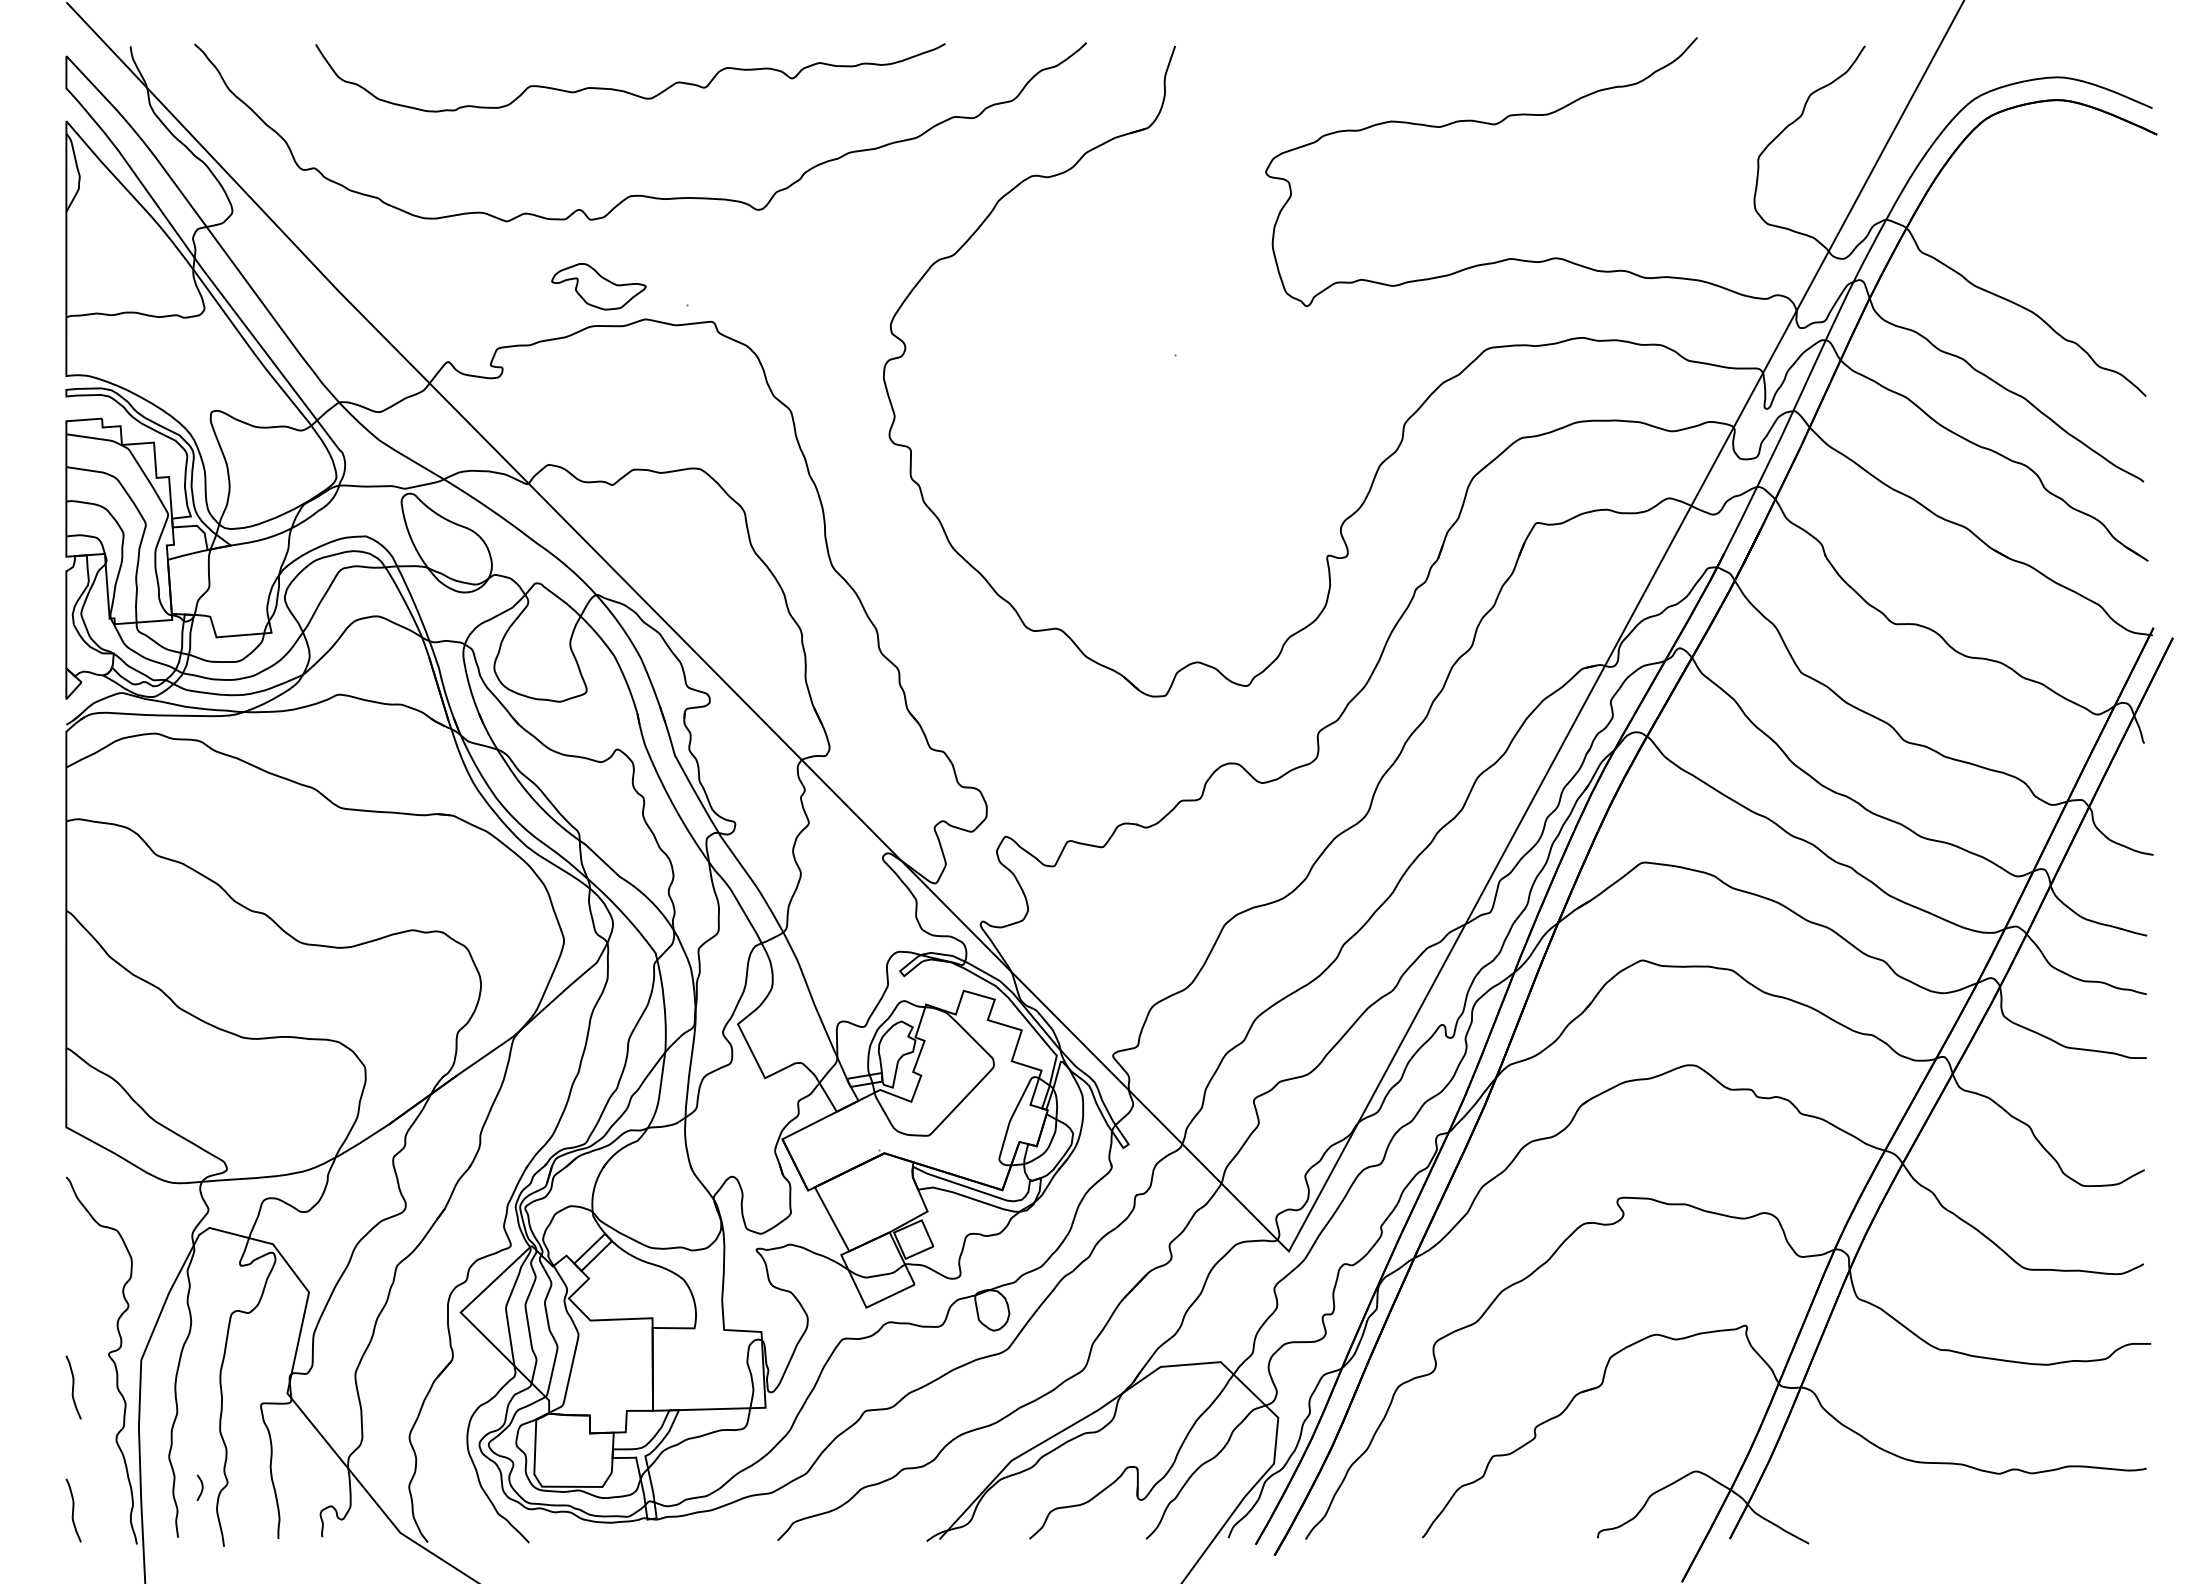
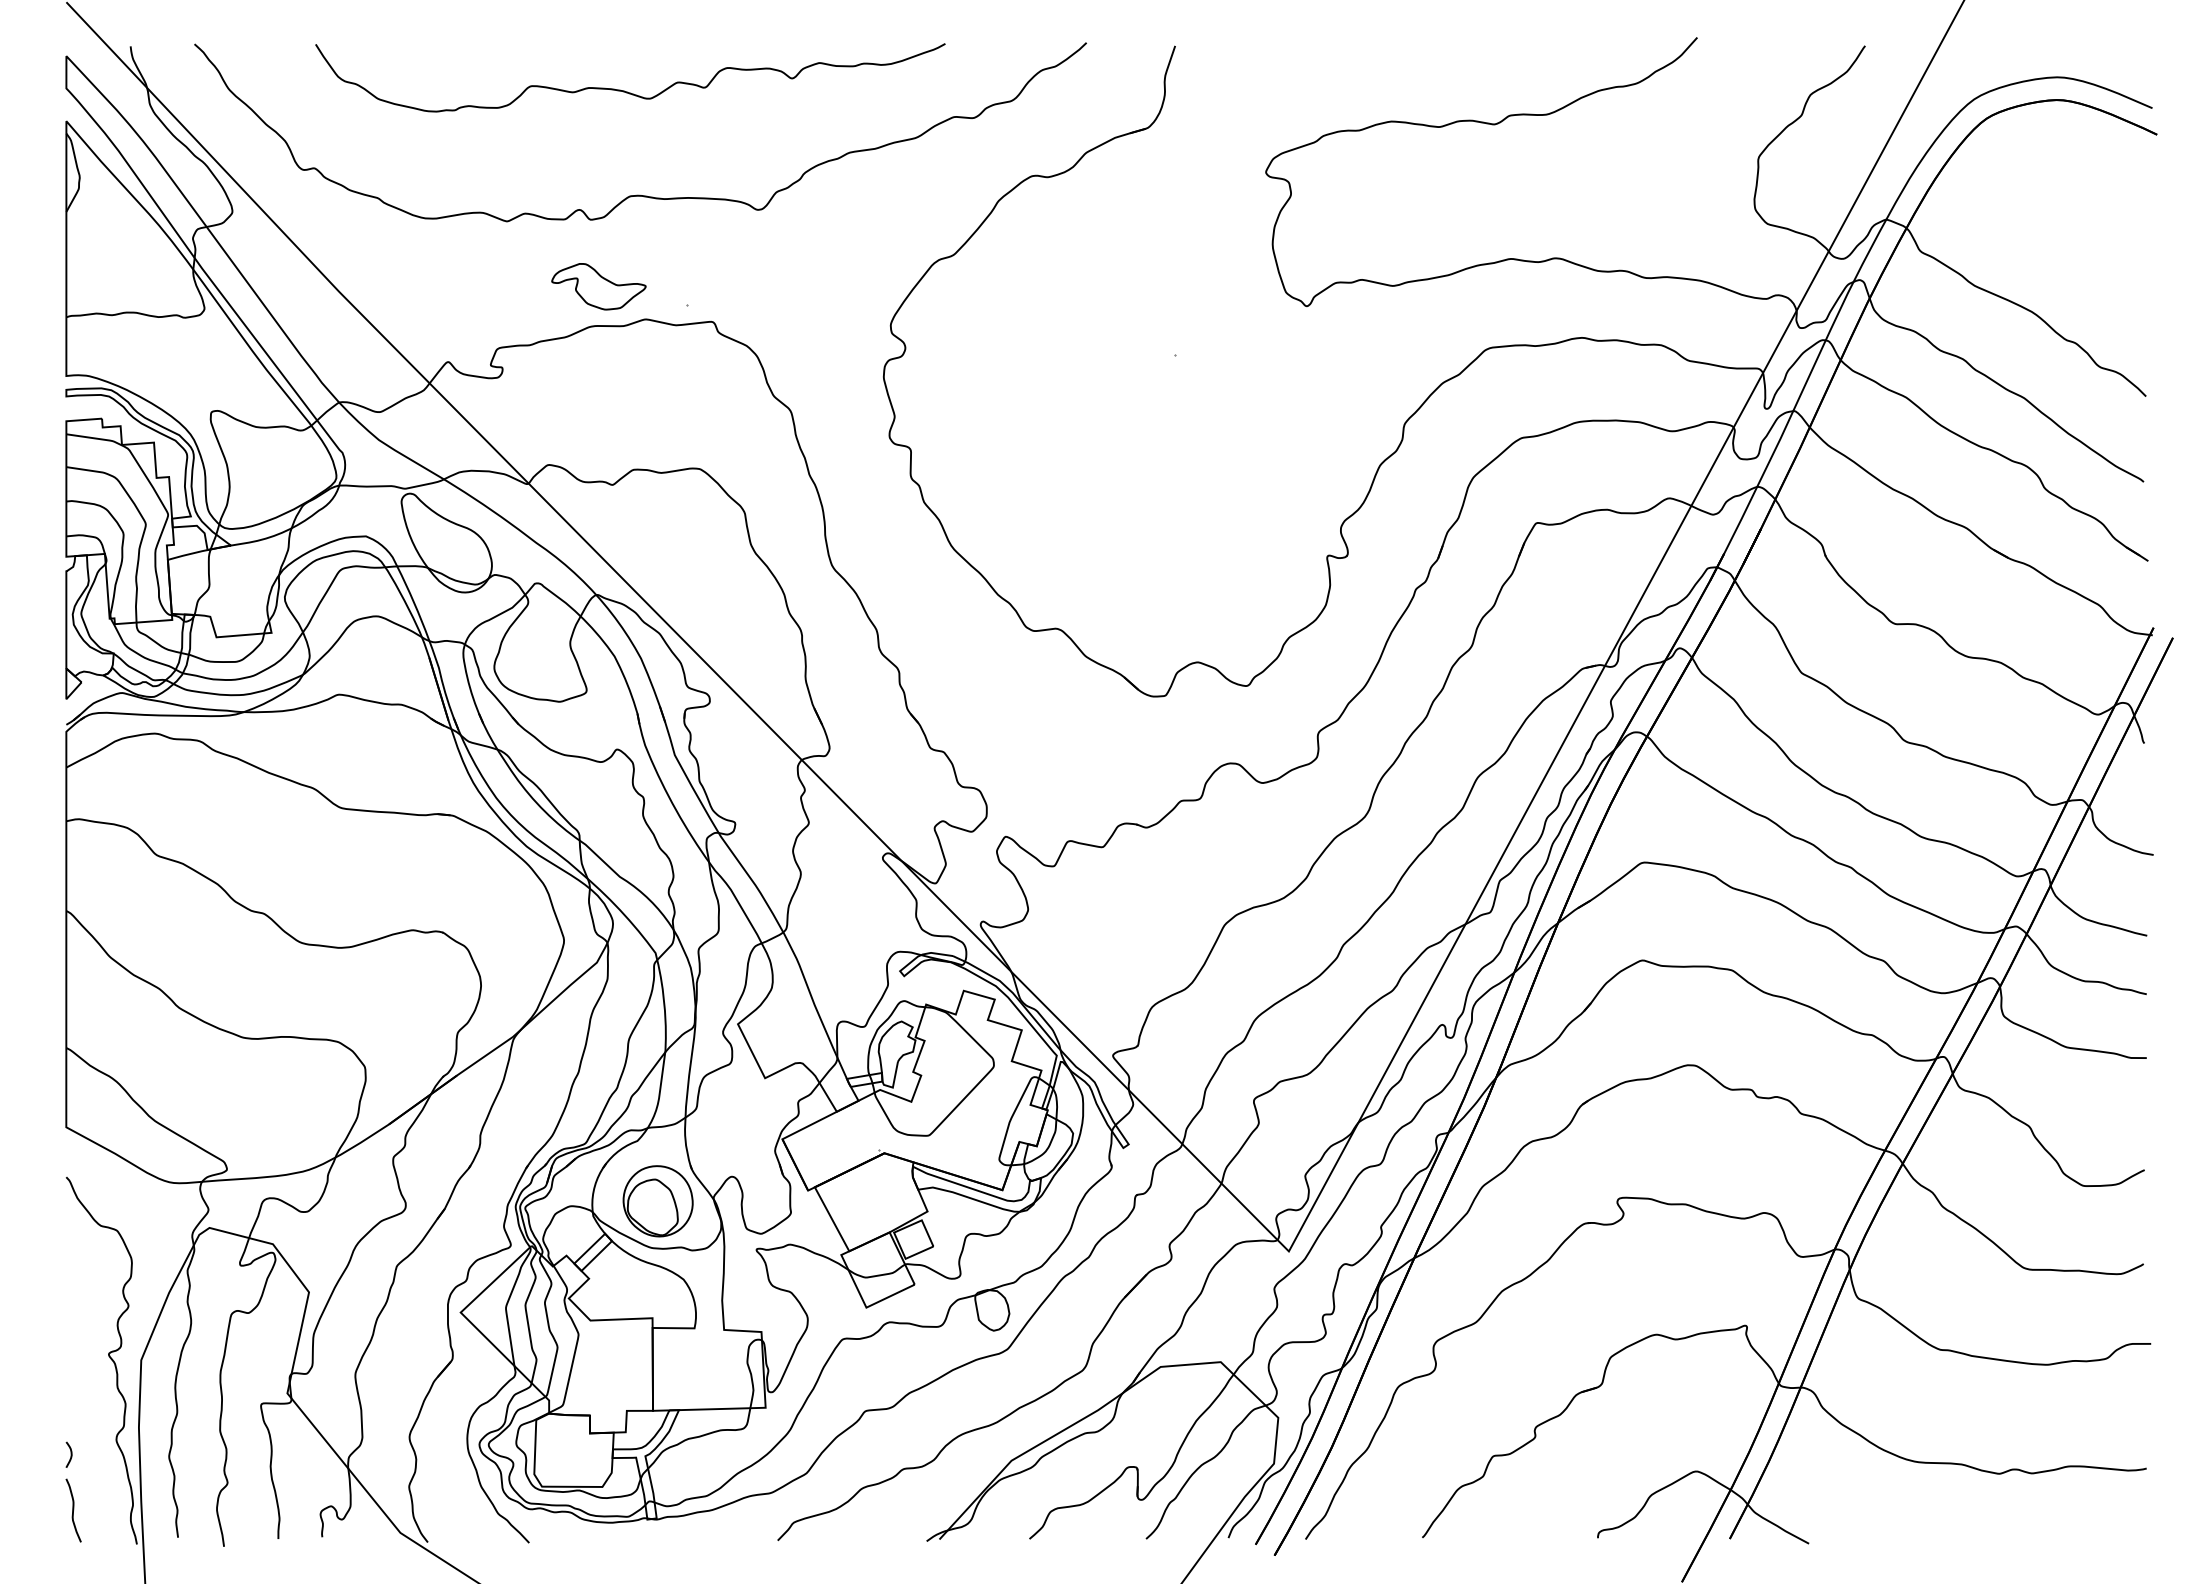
part at (657, 1201): none -> present
curve at (73, 1387): present -> none
curve at (201, 1487) position: (201, 1487) -> (70, 1454)
